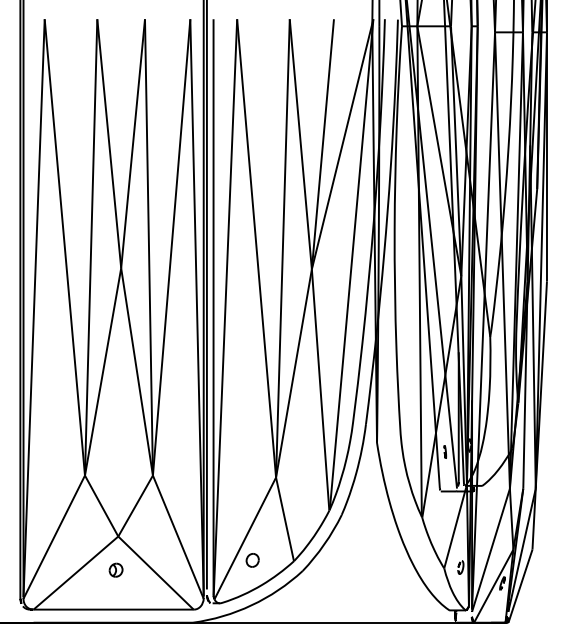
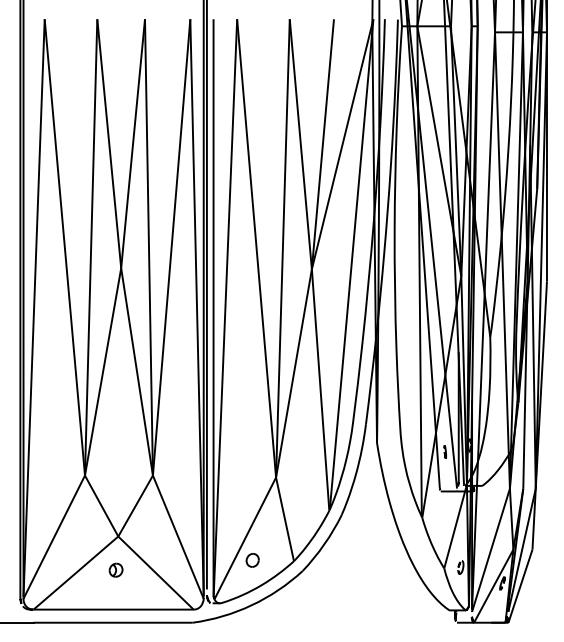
line at (253, 622): present -> none
